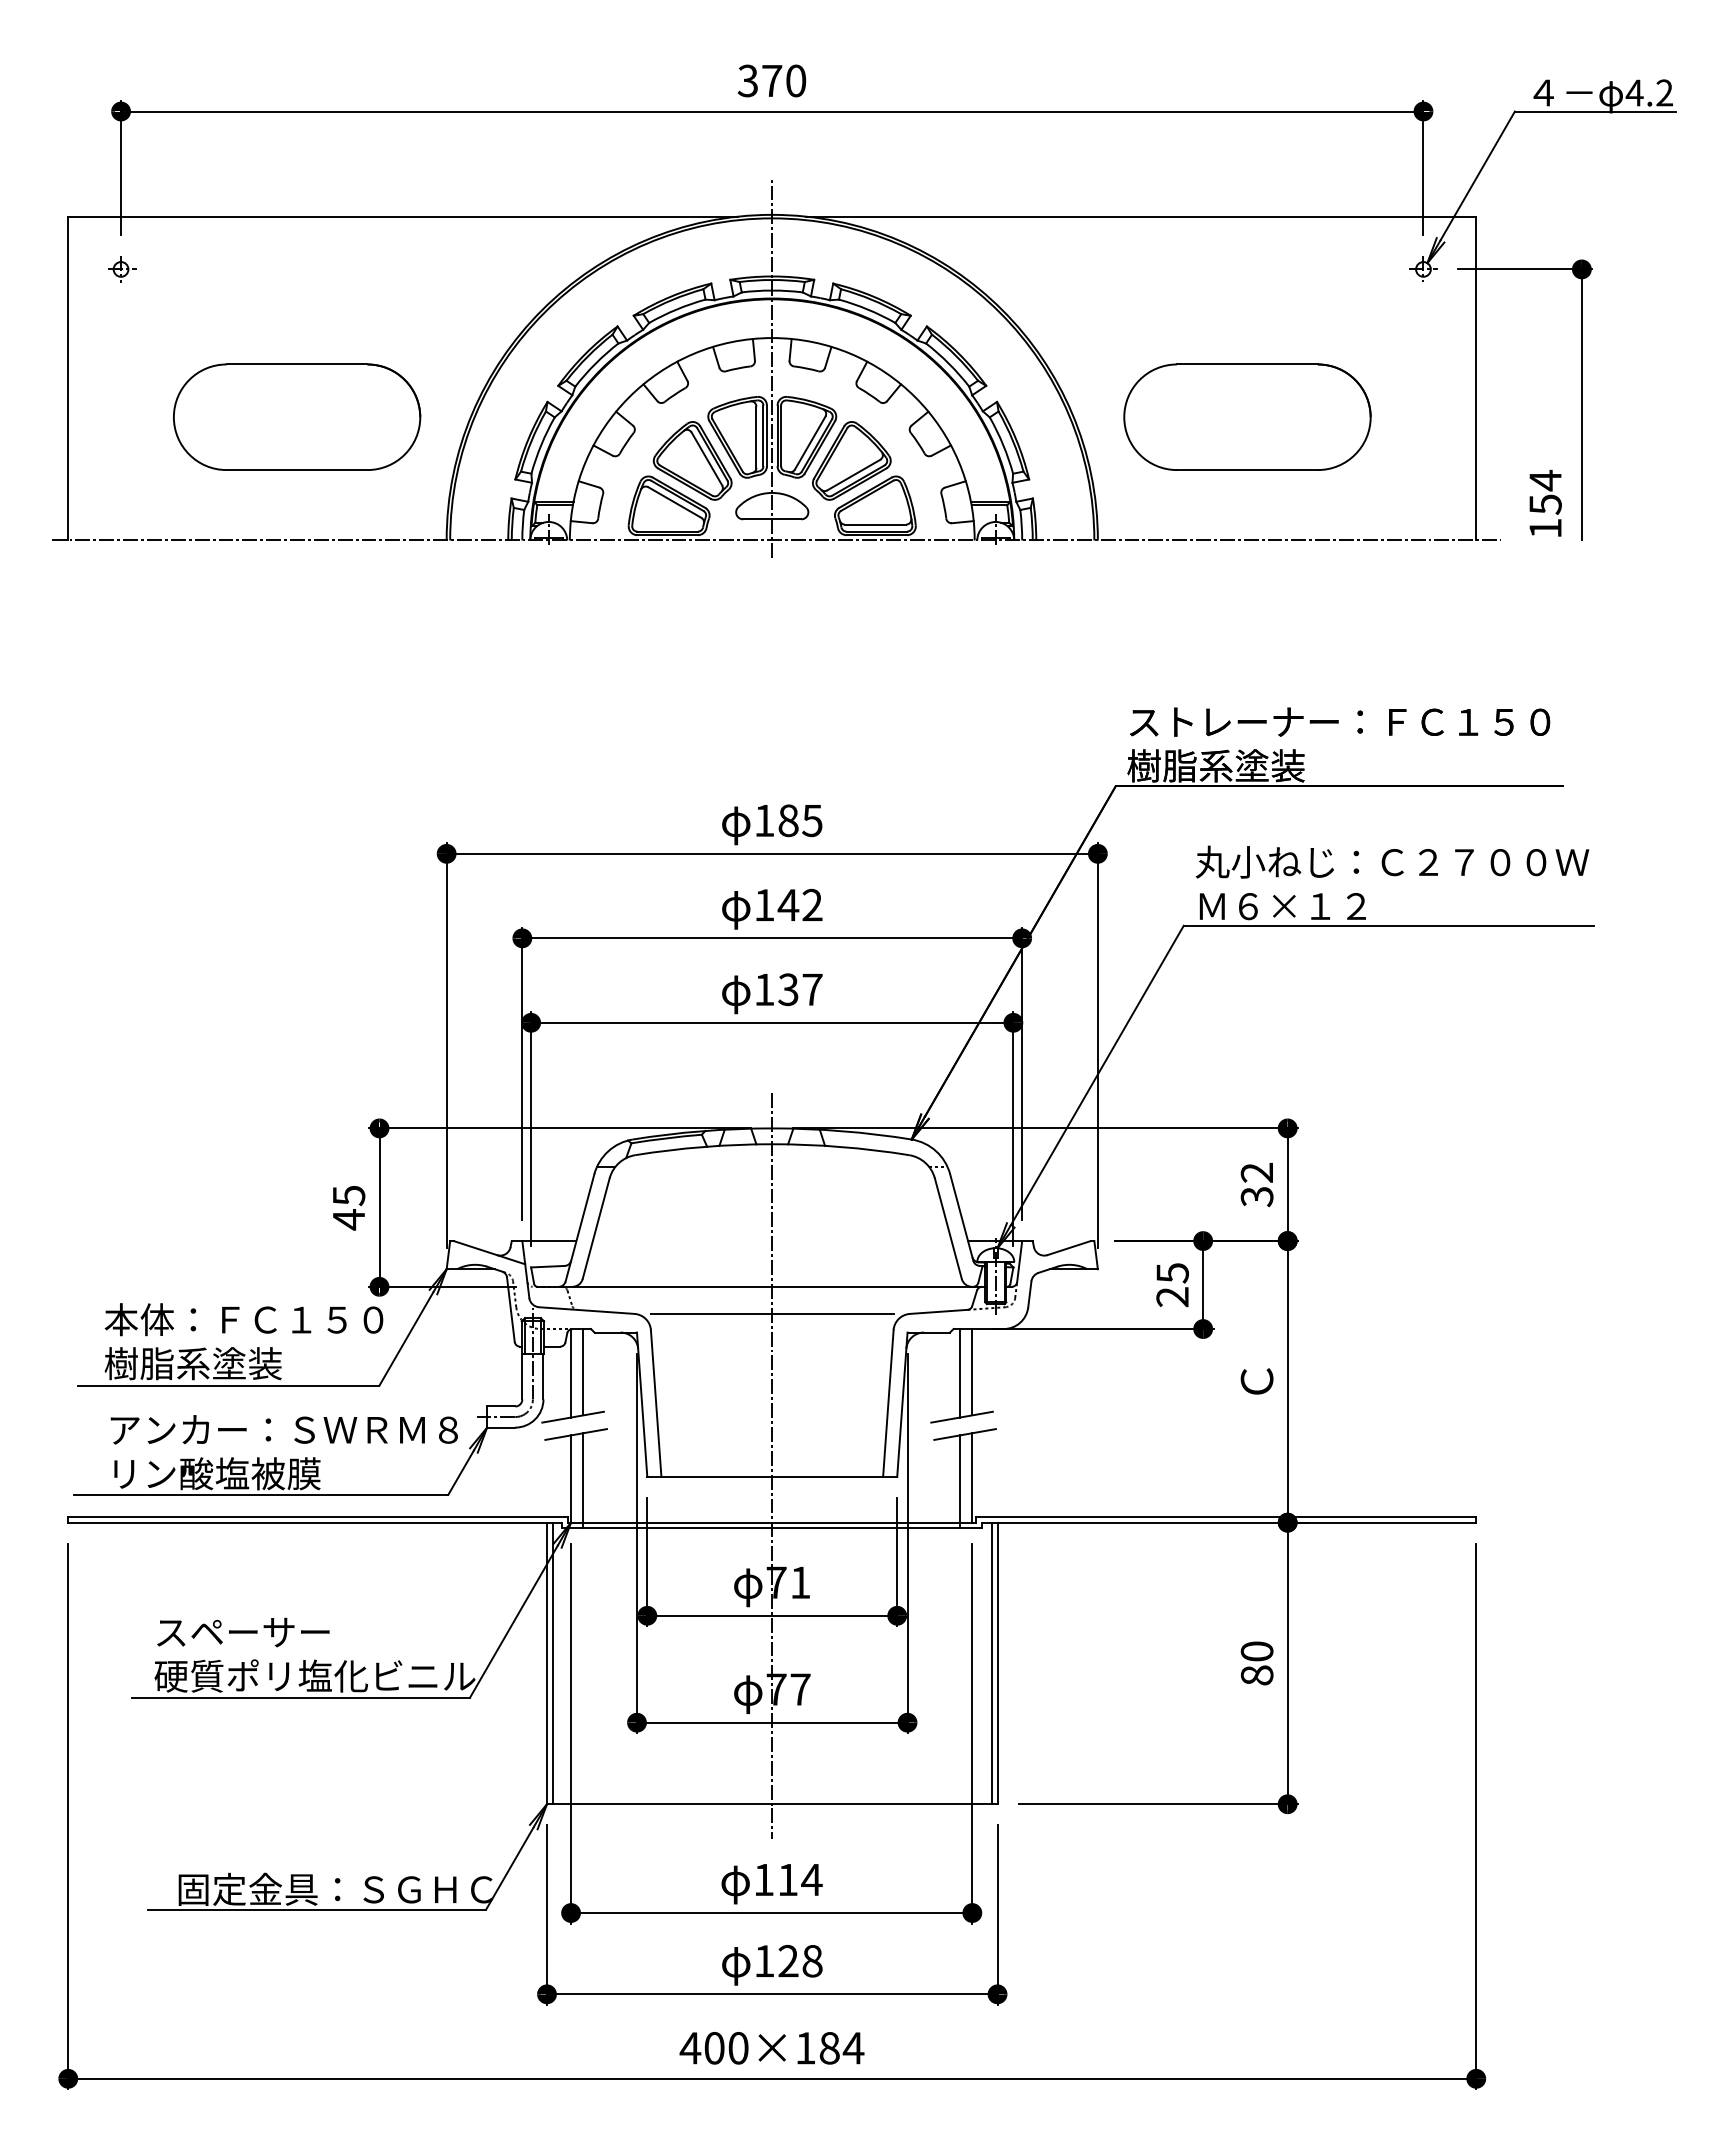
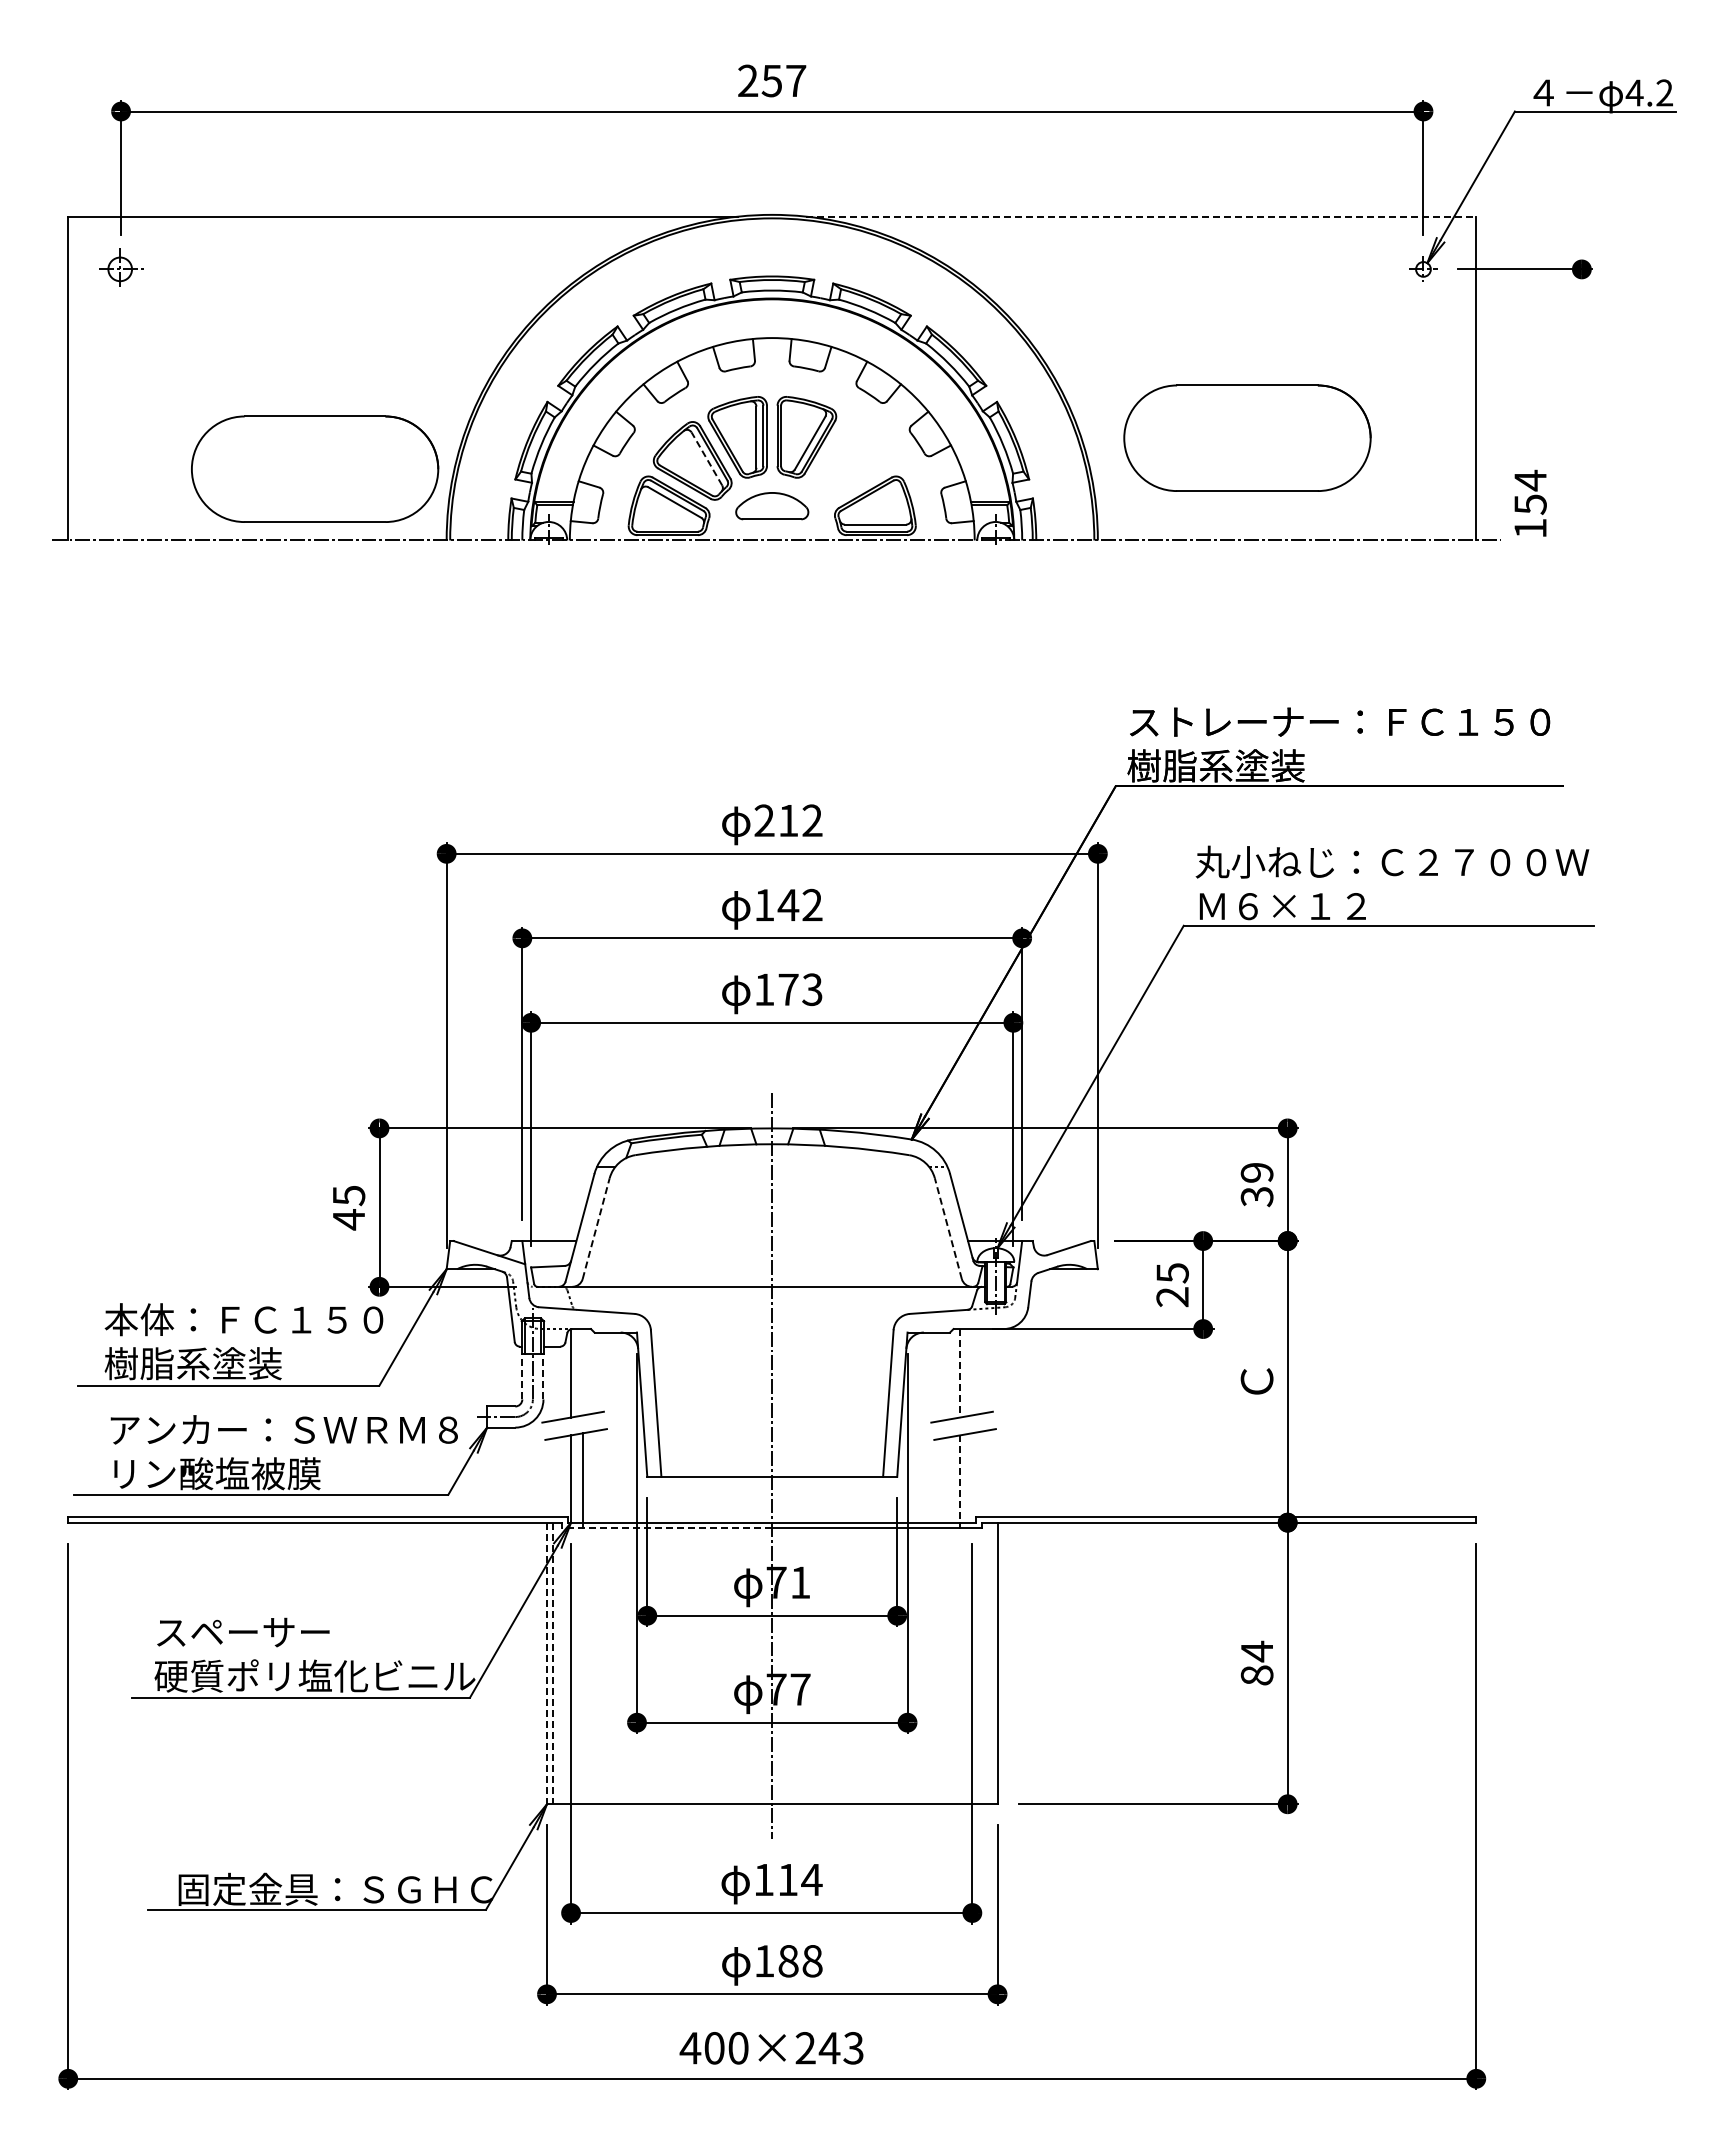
text at (771, 80): 370 -> 257
line at (1141, 216): solid -> dashed
part at (122, 269) size: 29x27 px -> 45x39 px
line at (772, 368): present -> none
line at (1581, 404): present -> none
part at (297, 416) position: (297, 416) -> (315, 468)
part at (1247, 416) position: (1247, 416) -> (1247, 437)
line at (706, 458): solid -> dashed
part at (851, 460): present -> none
text at (1545, 502) position: (1545, 502) -> (1530, 502)
text at (788, 820): 185 -> 212
text at (800, 989): 137 -> 173
text at (1257, 1172): 32 -> 39
line at (596, 1228): solid -> dashed
line at (948, 1228): solid -> dashed
line at (771, 1313): present -> none
line at (583, 1372): present -> none
line at (972, 1372): present -> none
line at (960, 1373): solid -> dashed
line at (522, 1376): solid -> dashed
line at (543, 1376): solid -> dashed
line at (972, 1477): present -> none
line at (960, 1479): solid -> dashed
line at (666, 1528): solid -> dashed
text at (1256, 1651): 80 -> 84
line at (546, 1663): solid -> dashed
line at (552, 1663): solid -> dashed
line at (991, 1663): present -> none
text at (788, 1960): 128 -> 188
text at (829, 2048): 400×184 -> 400×243
